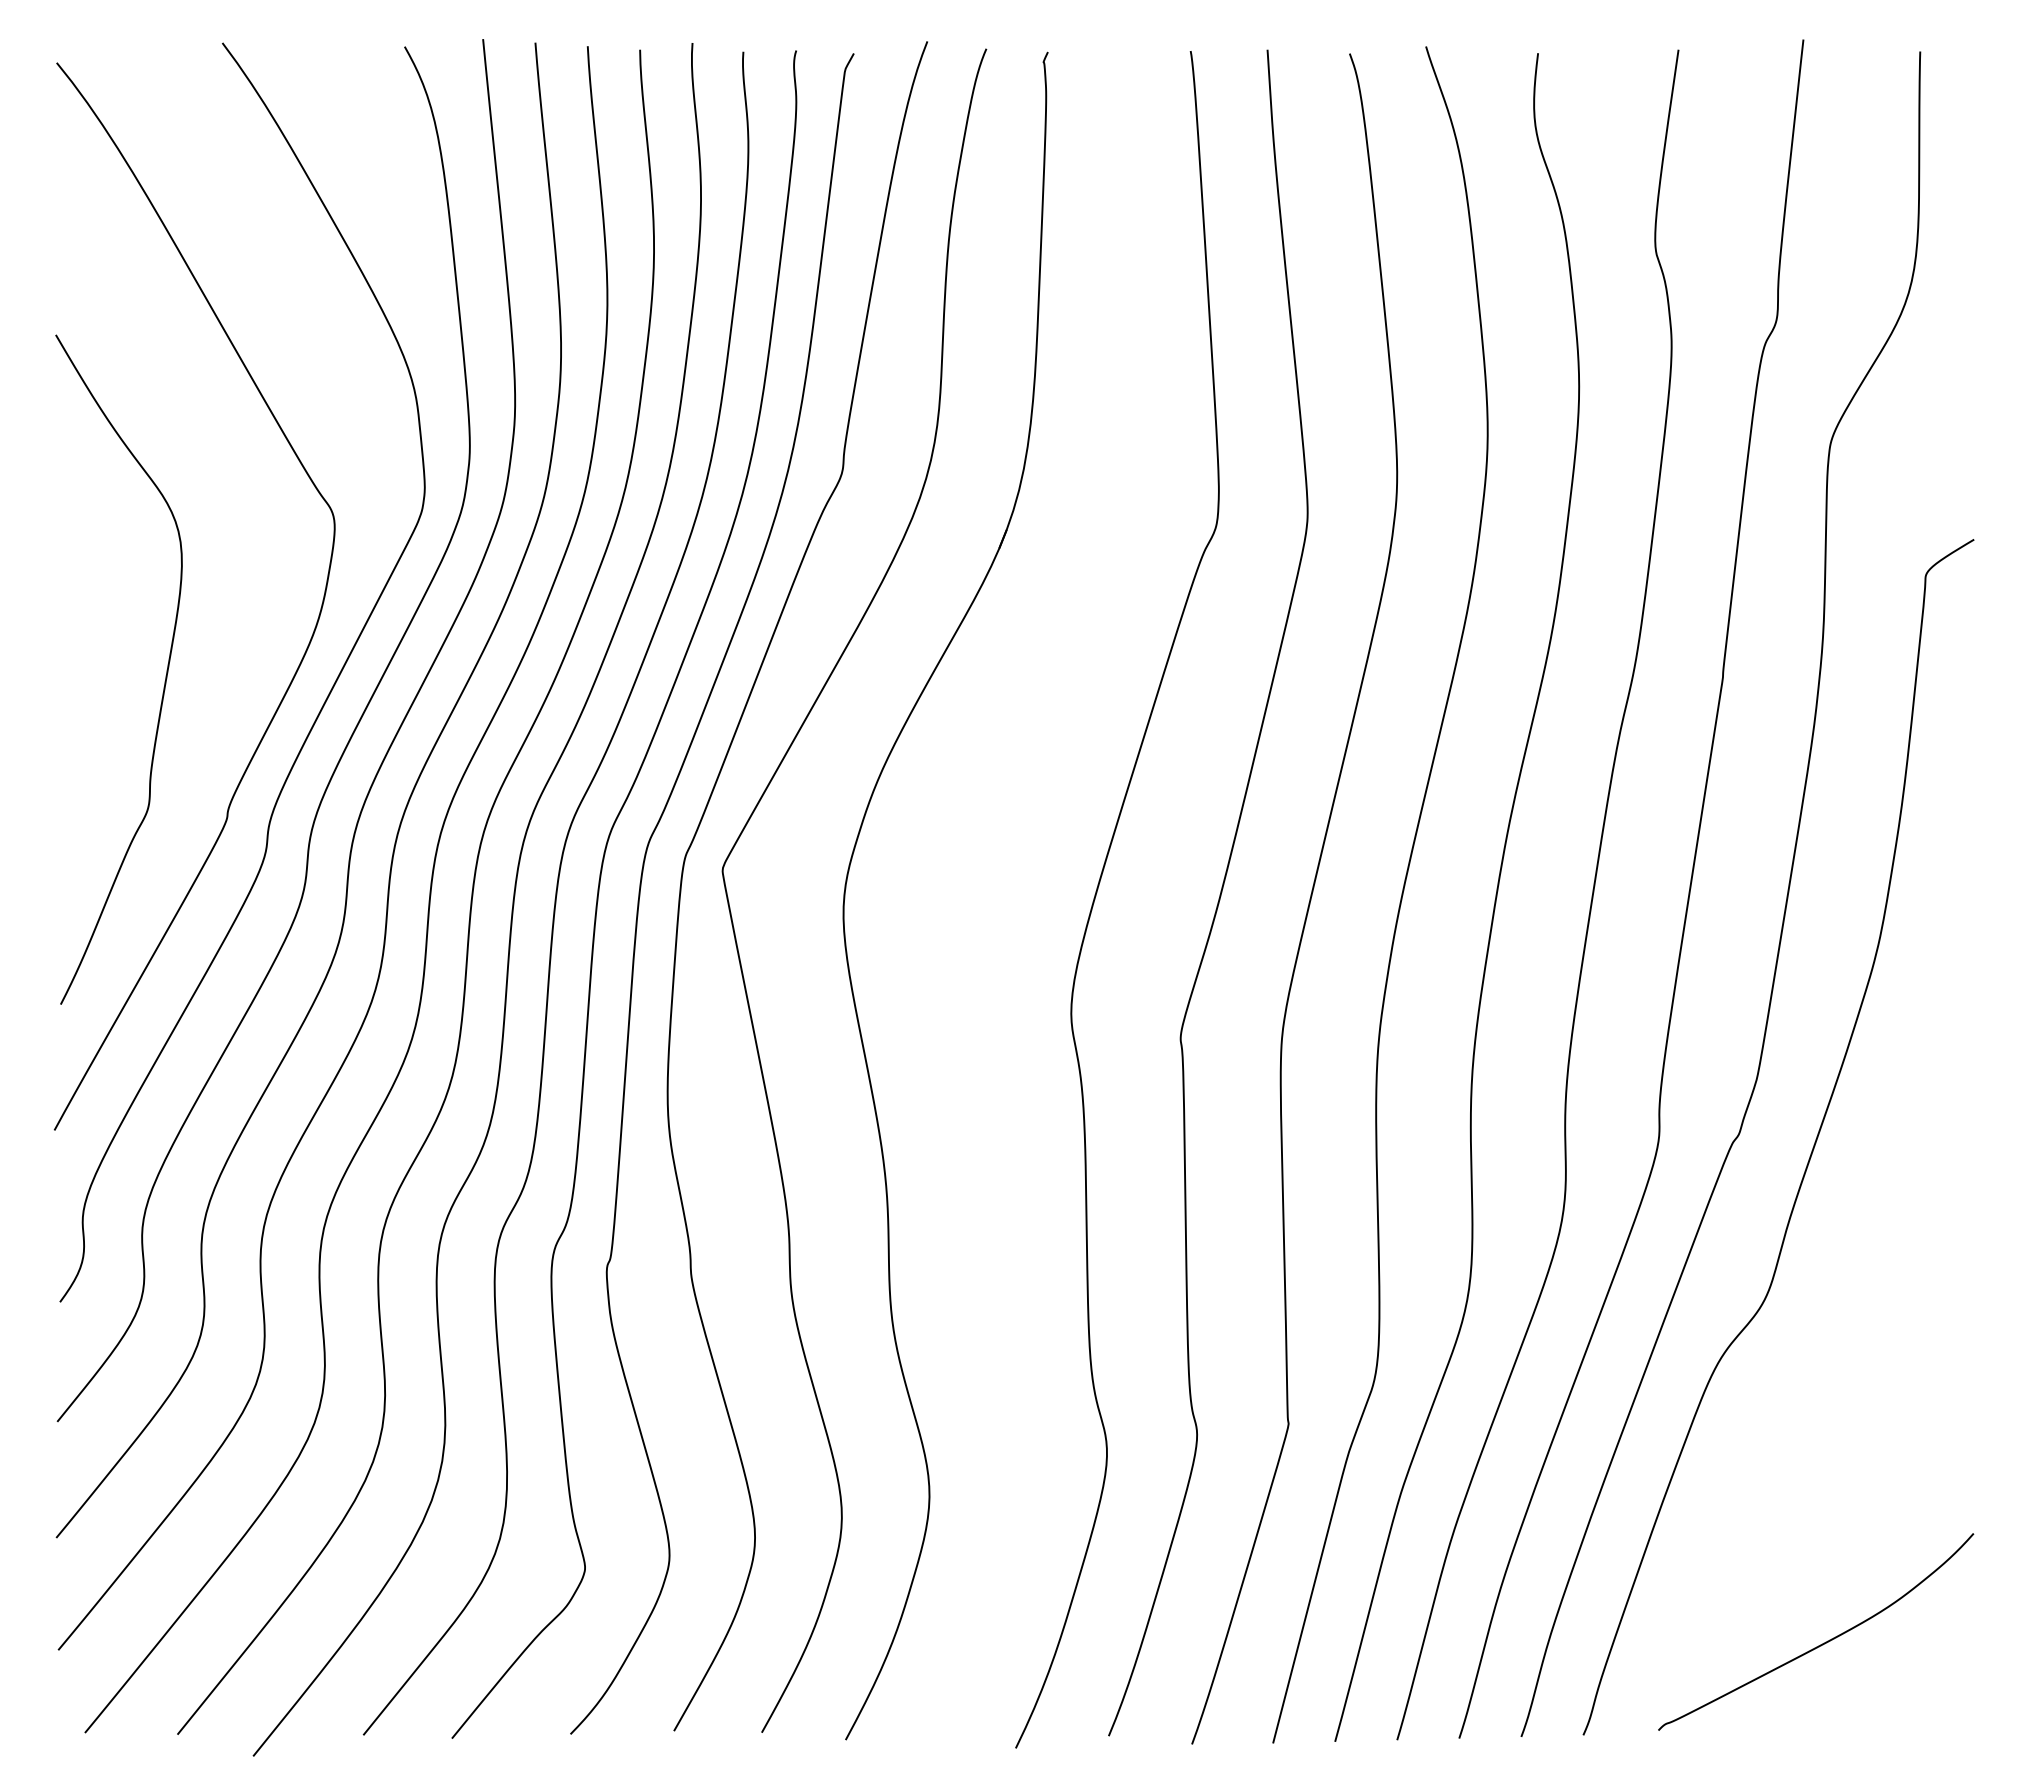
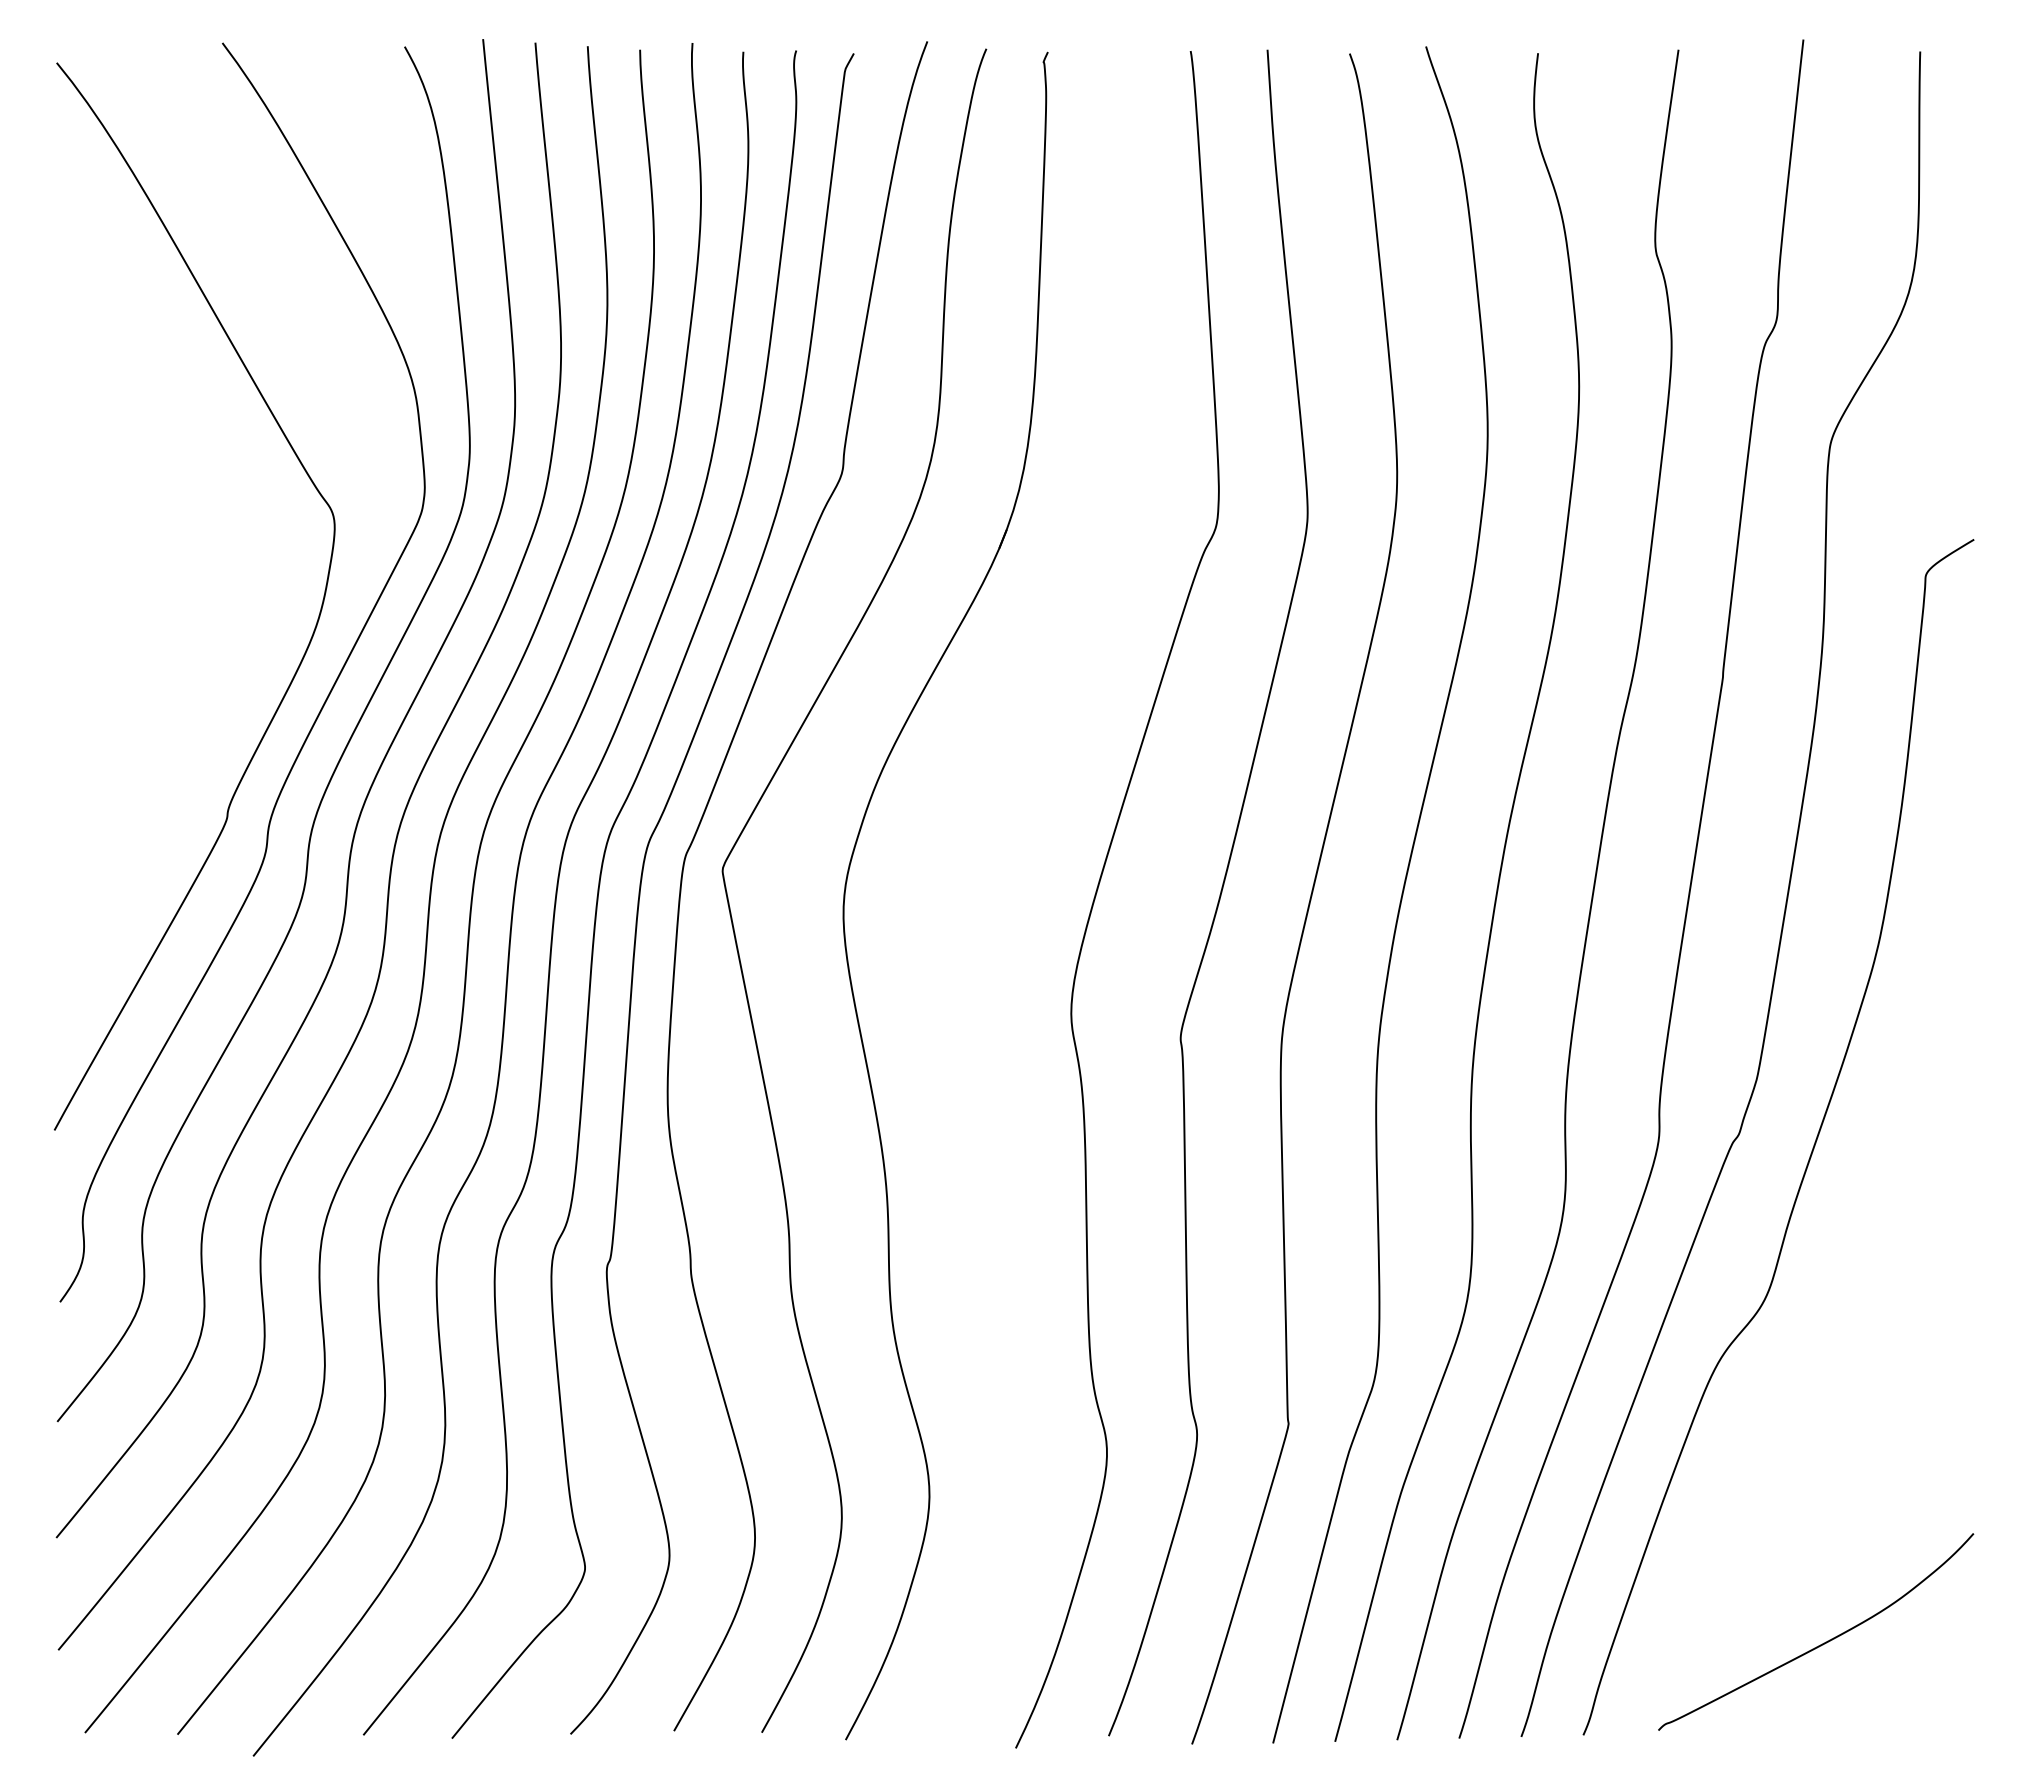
curve at (165, 675): present -> none
